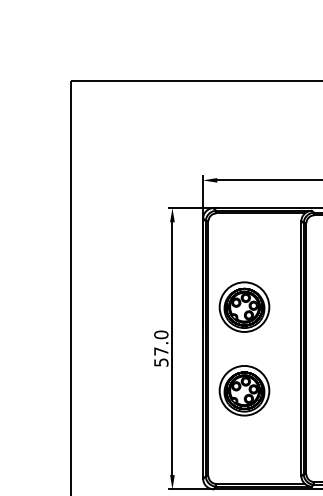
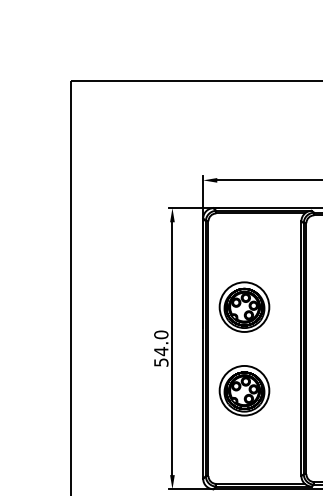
text at (161, 351): 57.0 -> 54.0
